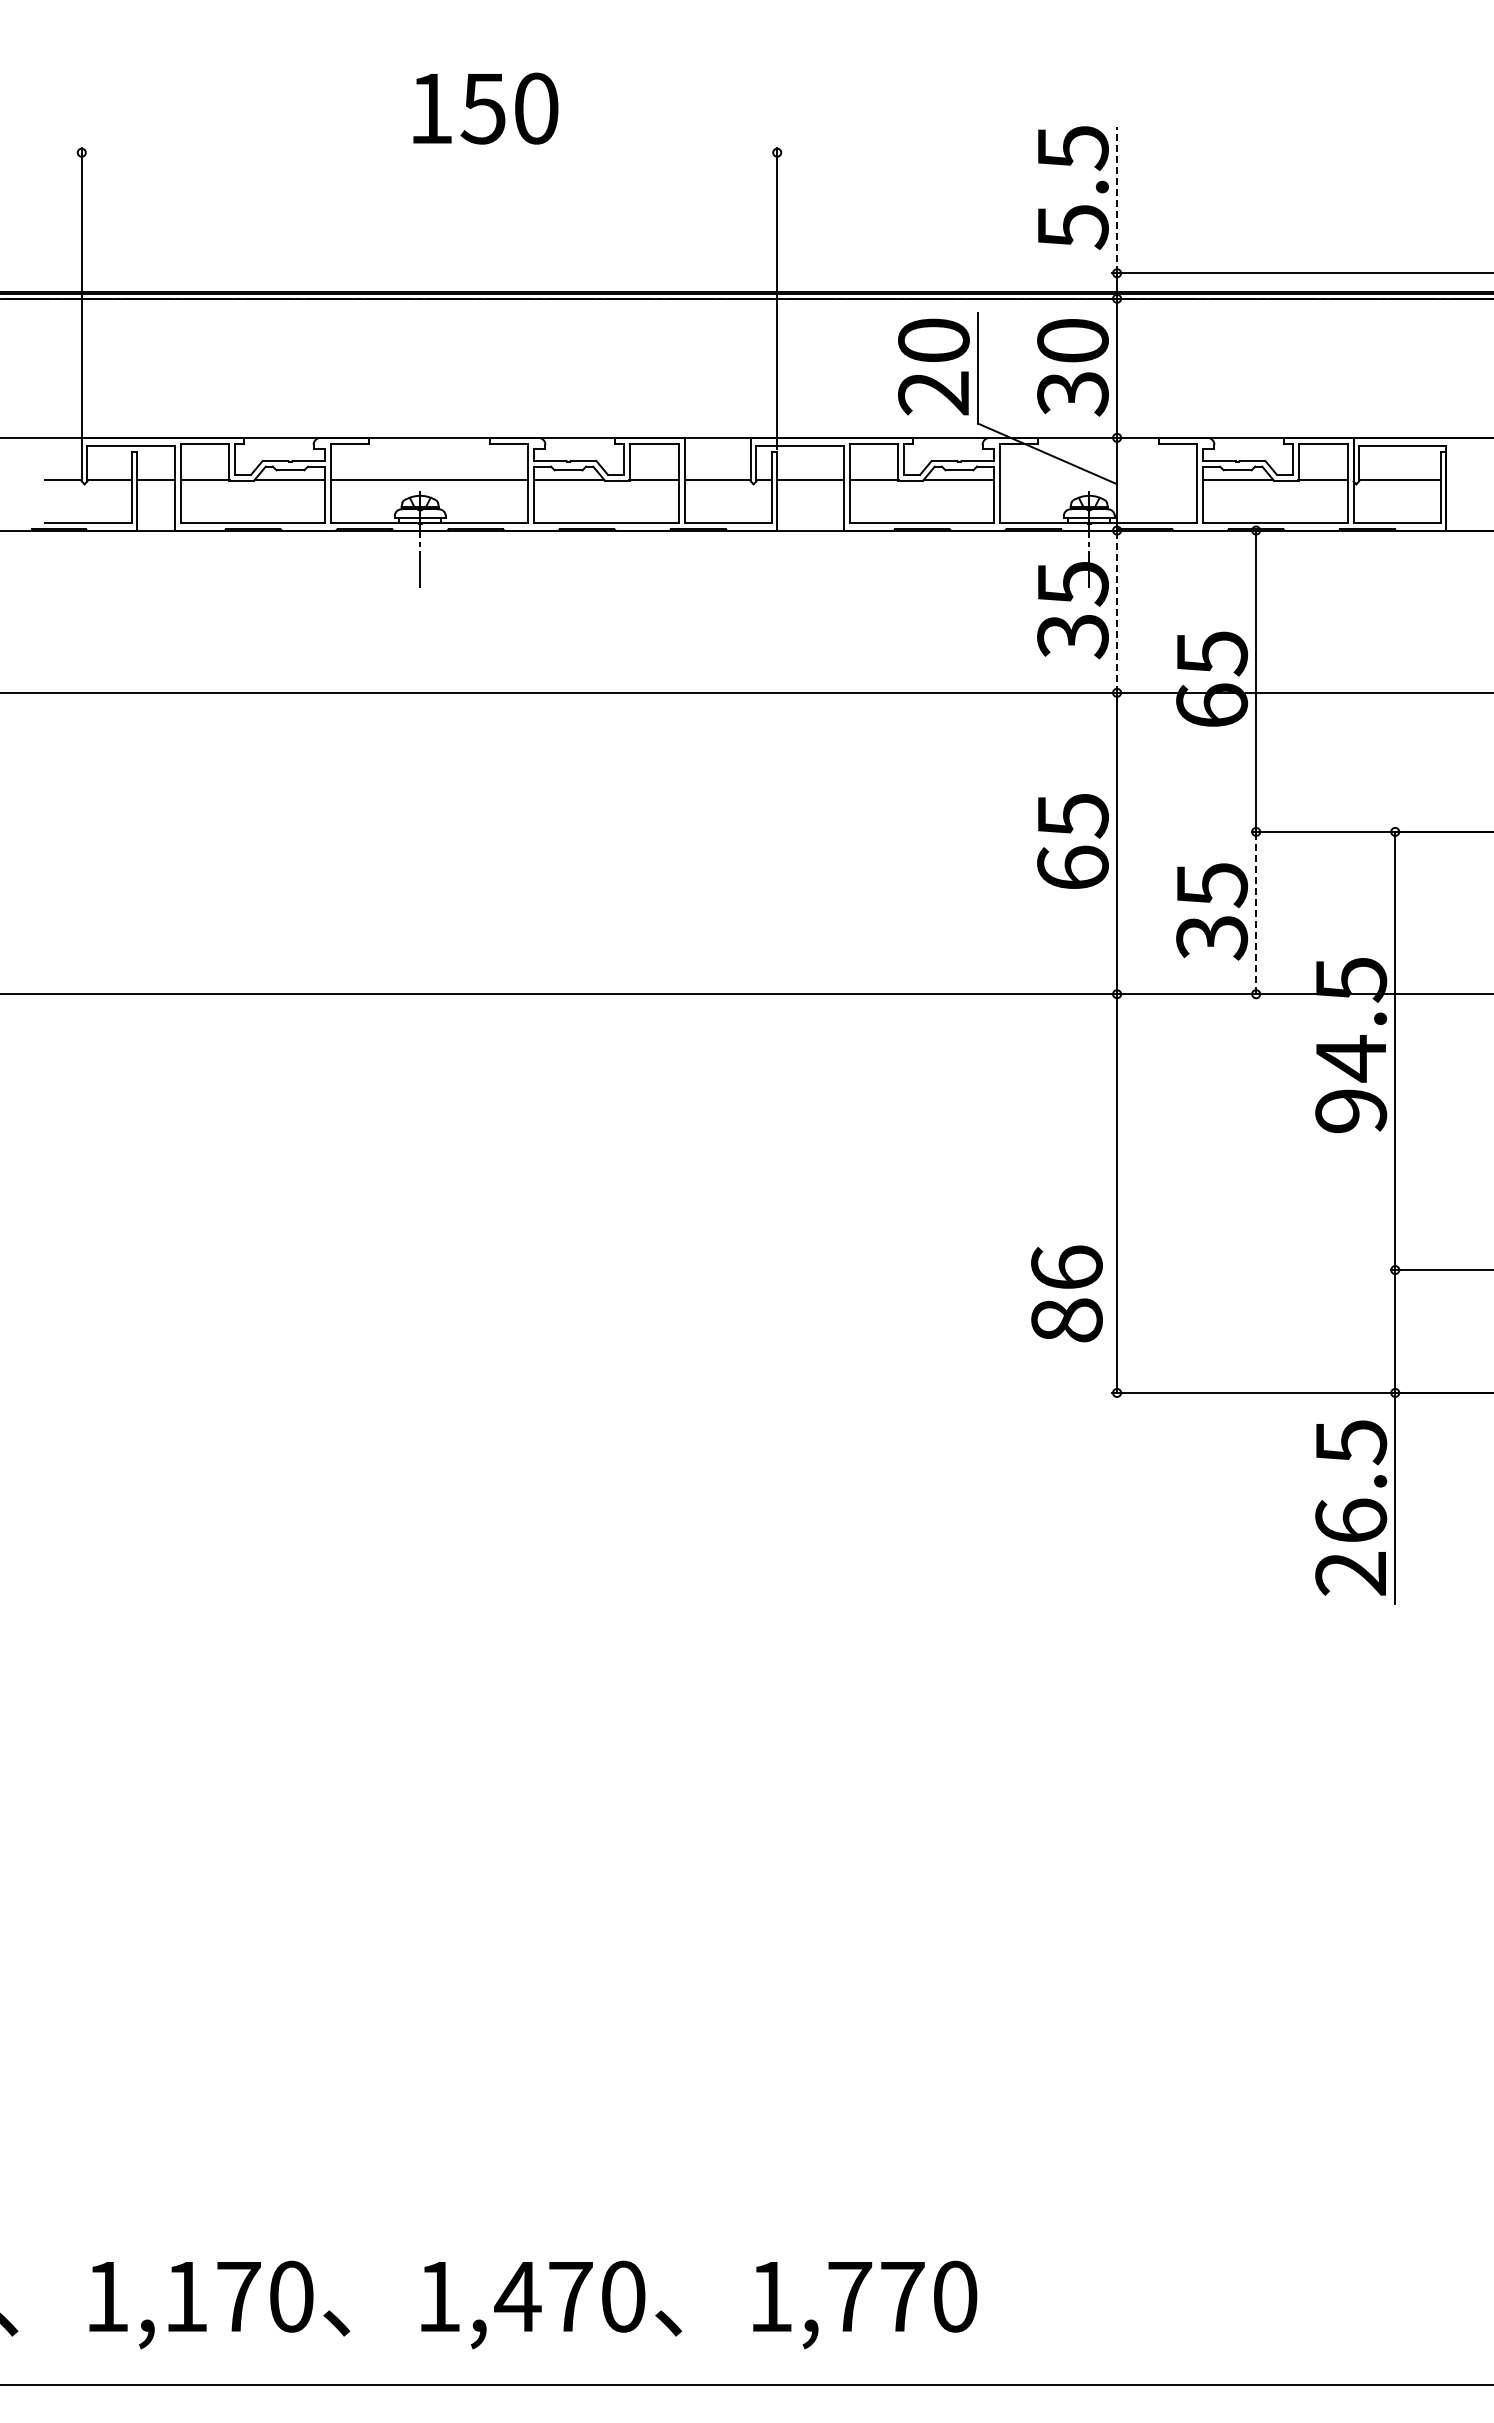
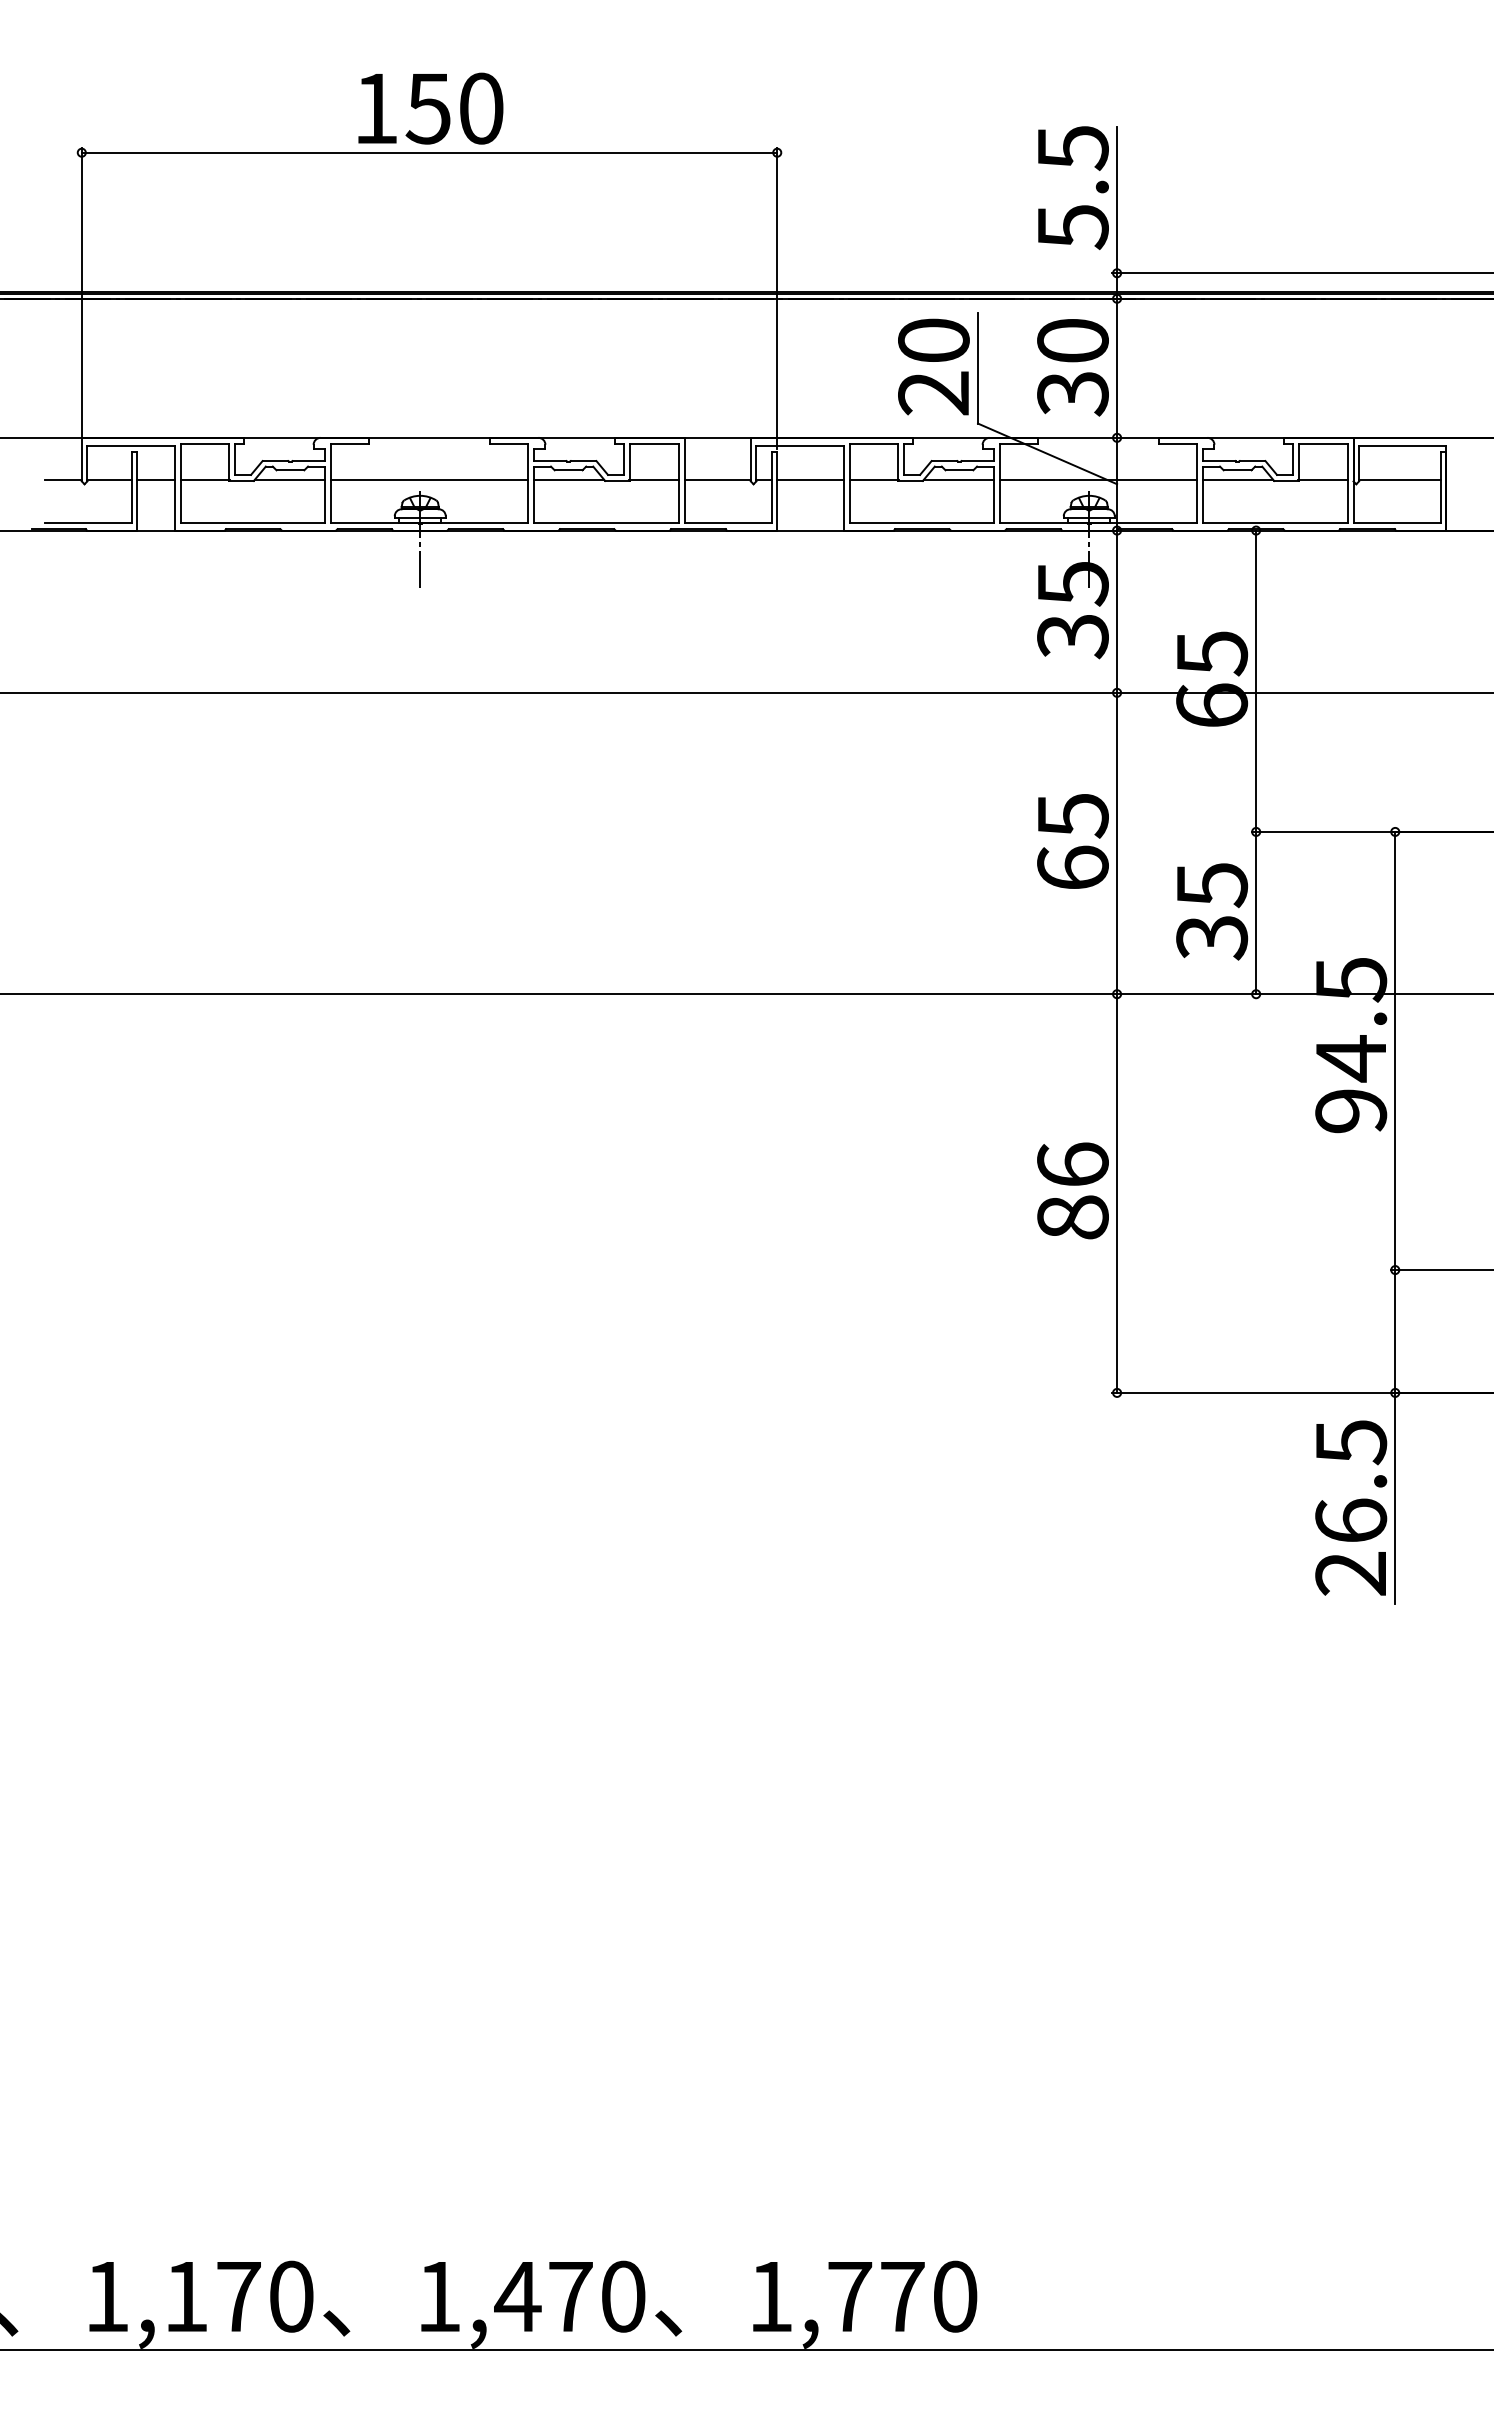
text at (485, 108) position: (485, 108) -> (430, 108)
line at (429, 152): none -> present
line at (1117, 199): dashed -> solid
line at (1098, 479): none -> present
line at (1117, 611): dashed -> solid
line at (1256, 912): dashed -> solid
text at (1066, 1293) position: (1066, 1293) -> (1072, 1190)
line at (746, 2385) position: (746, 2385) -> (746, 2350)
